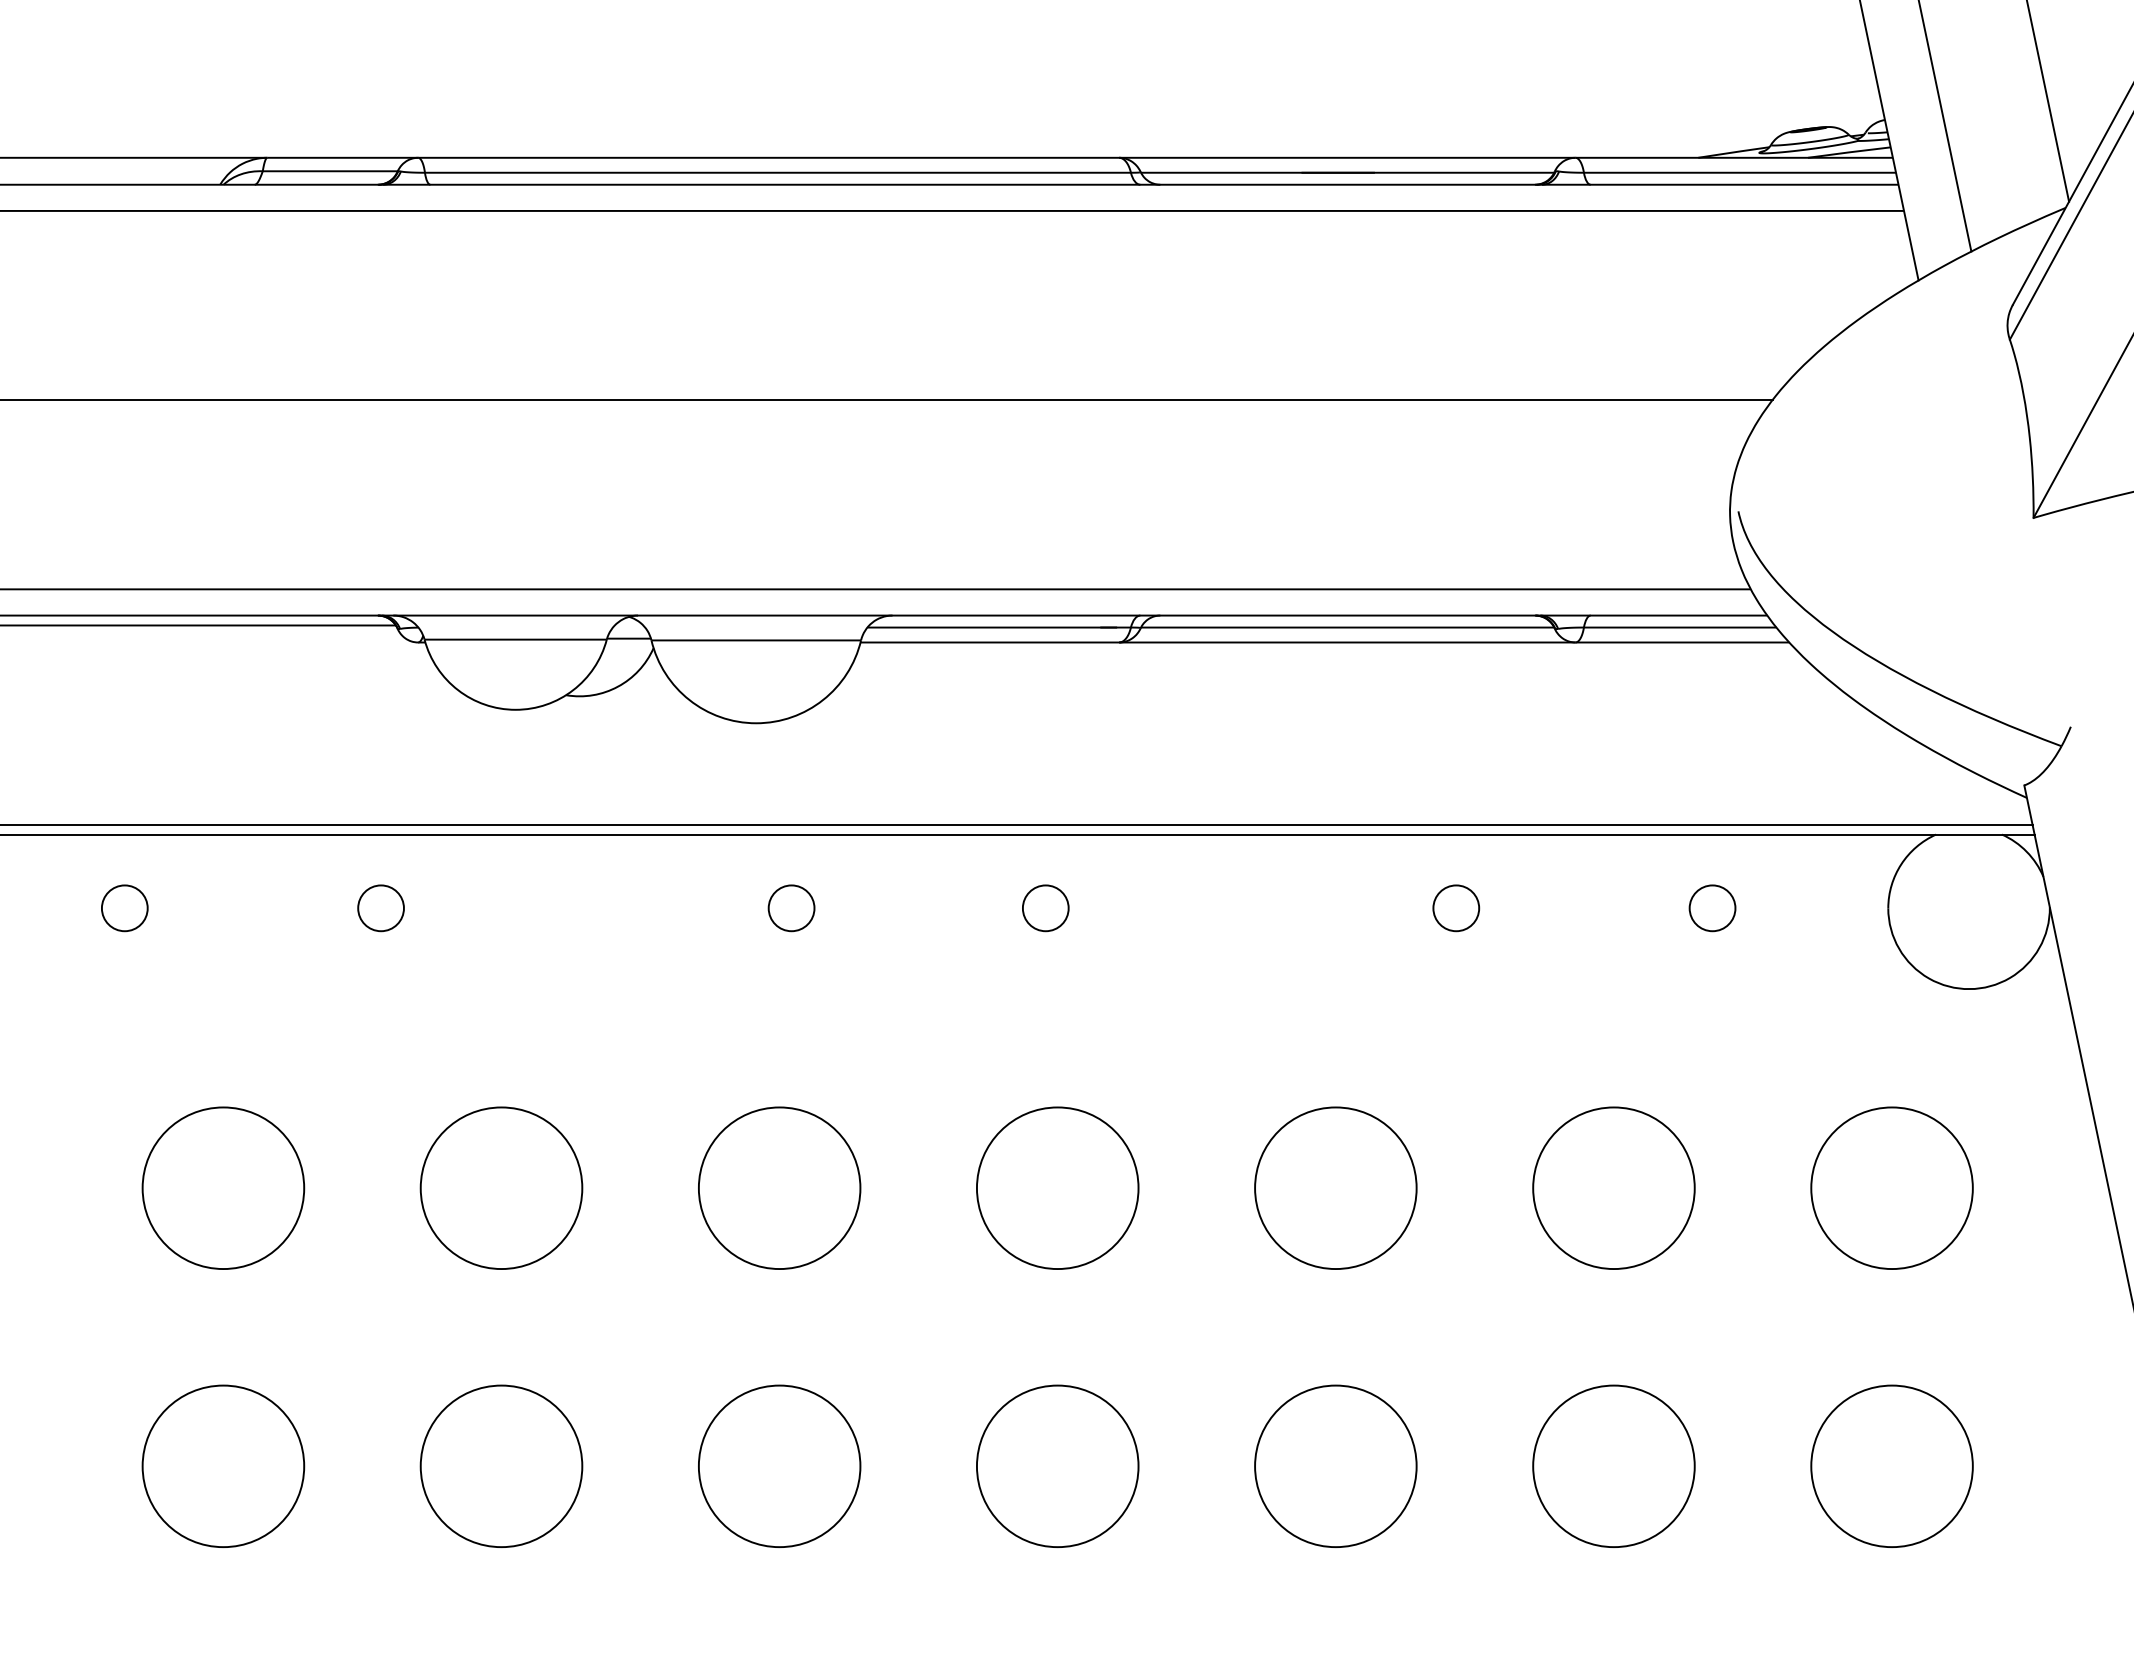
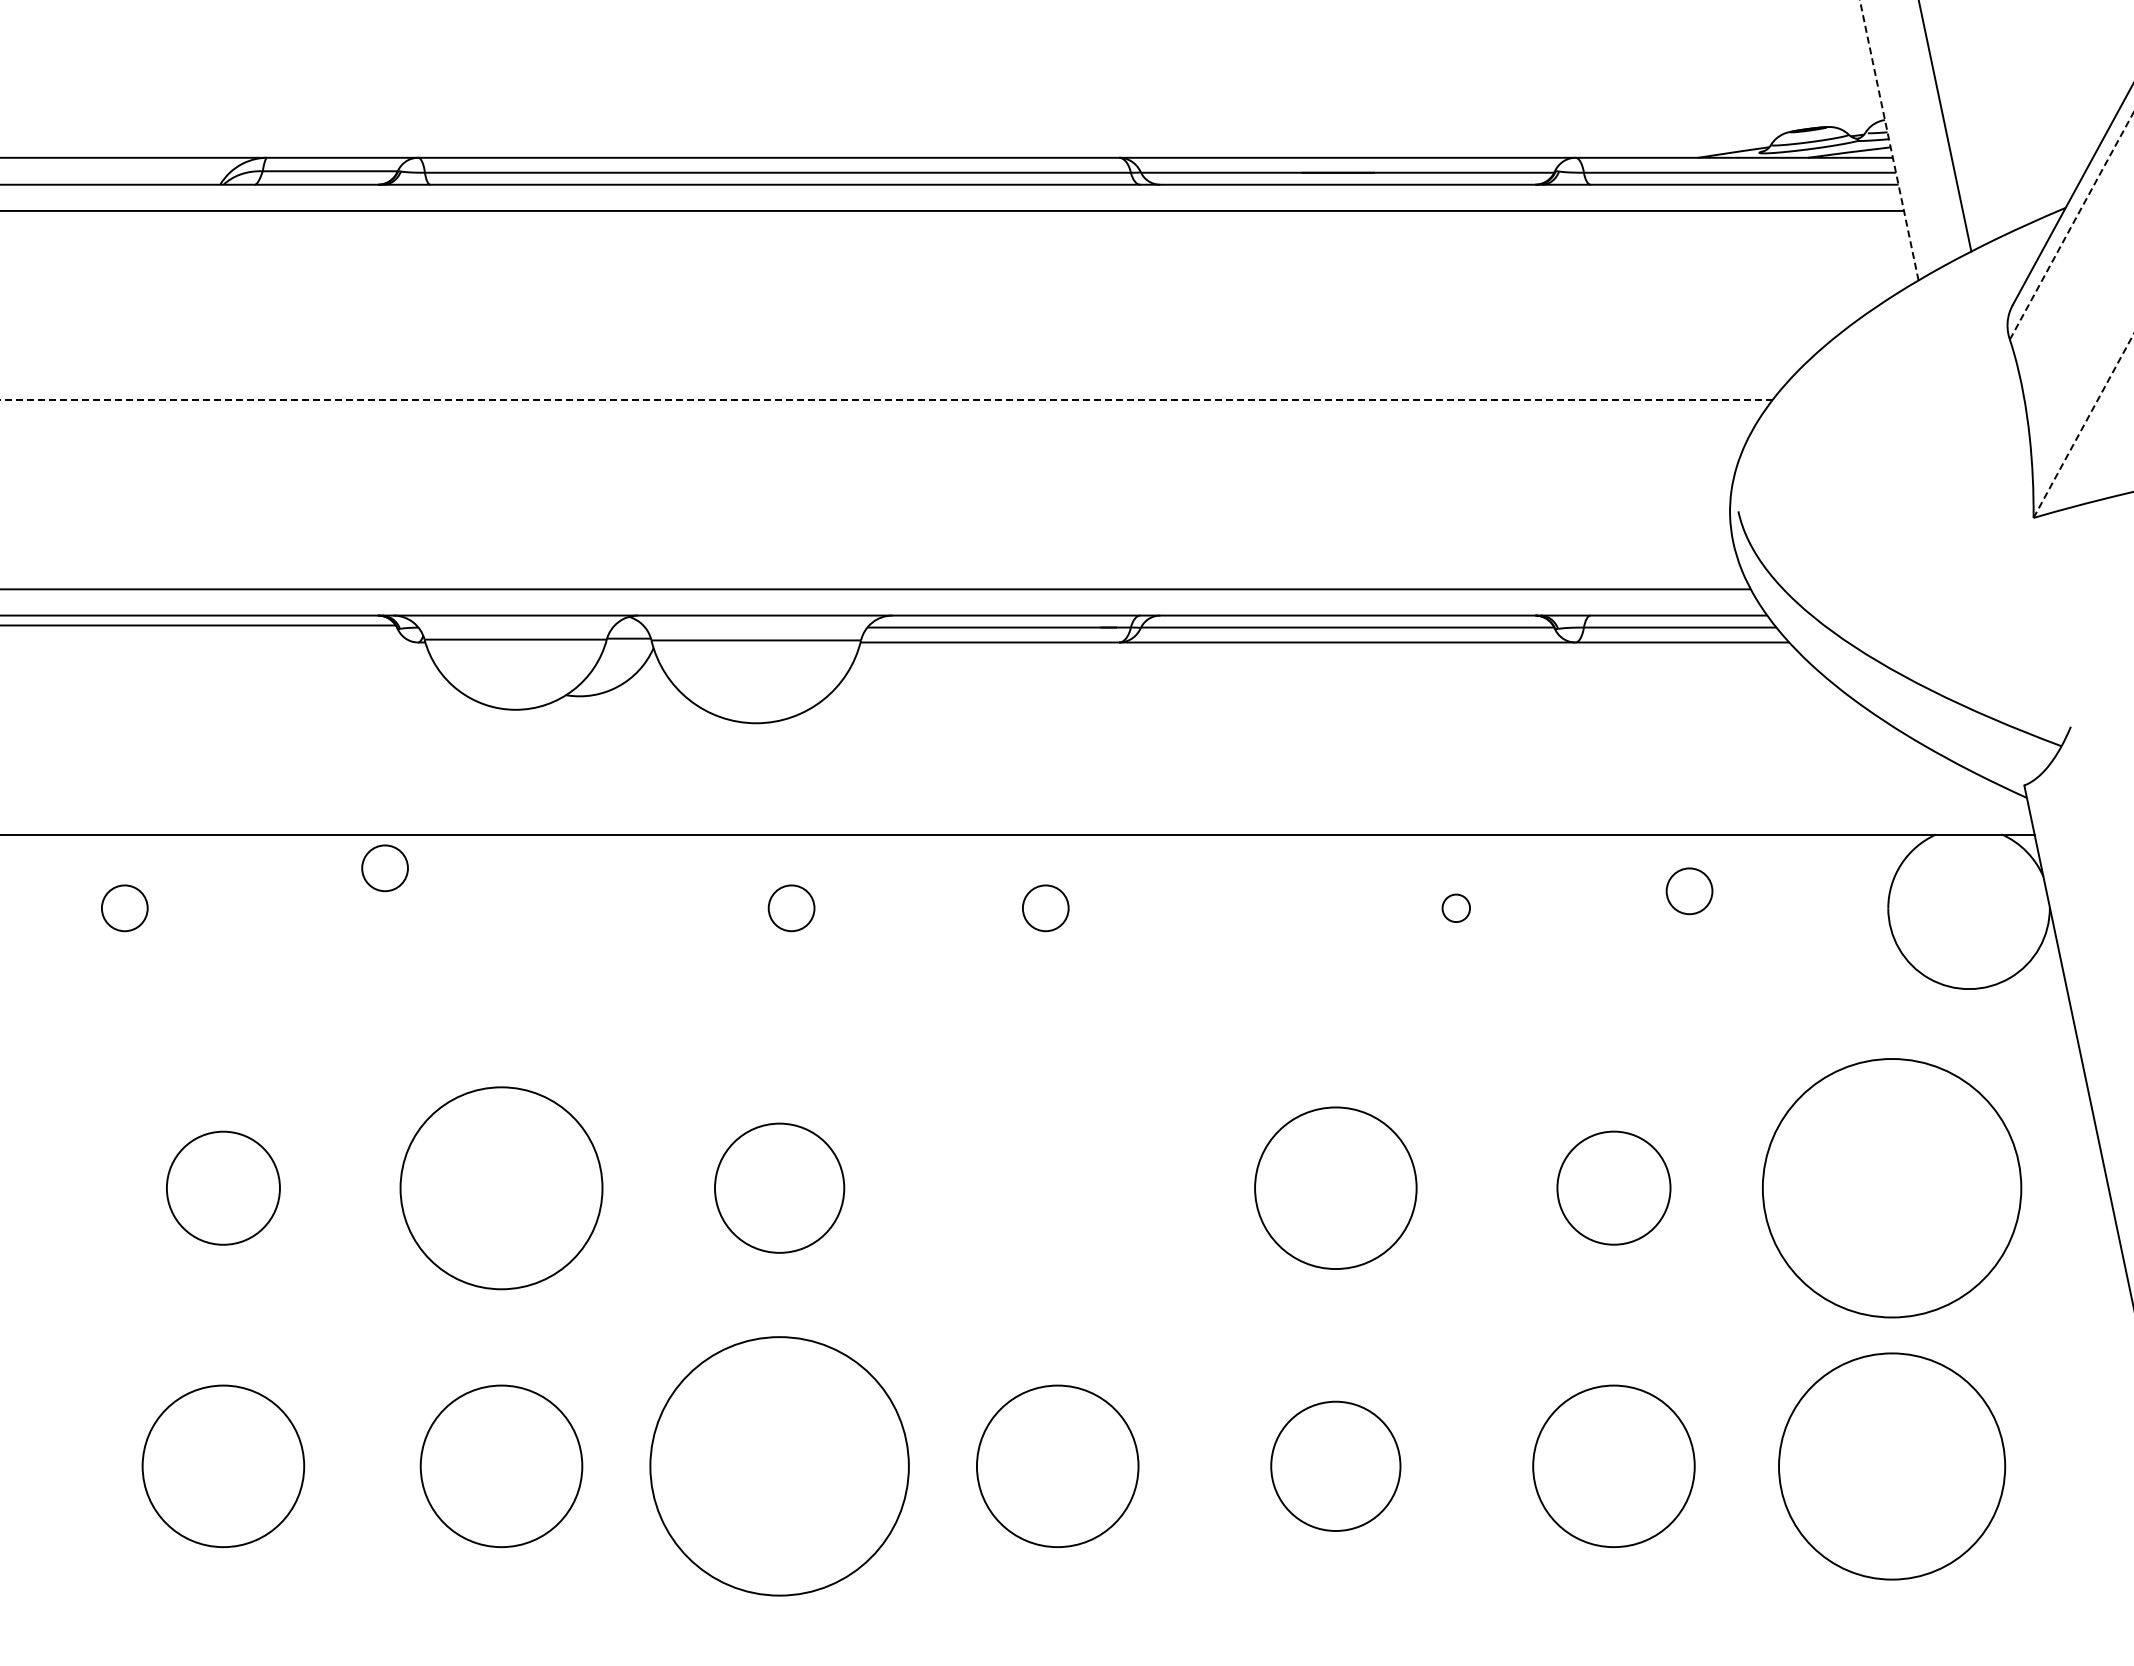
line at (2048, 101): present -> none
line at (1889, 140): solid -> dashed
line at (2072, 225): solid -> dashed
line at (886, 400): solid -> dashed
line at (2083, 425): solid -> dashed
line at (1017, 824): present -> none
circle at (380, 908) position: (380, 908) -> (384, 868)
circle at (1456, 908) diameter: 46 px -> 27 px
circle at (1712, 908) position: (1712, 908) -> (1689, 891)
circle at (501, 1187) size: 165x164 px -> 205x205 px
circle at (1057, 1187): present -> none
circle at (1613, 1187) size: 164x164 px -> 116x116 px
circle at (223, 1188) diameter: 162 px -> 113 px
circle at (779, 1188) diameter: 162 px -> 129 px
circle at (1891, 1188) diameter: 162 px -> 258 px
circle at (1891, 1465) size: 164x164 px -> 229x229 px
circle at (779, 1466) diameter: 162 px -> 258 px
circle at (1335, 1466) diameter: 162 px -> 129 px
